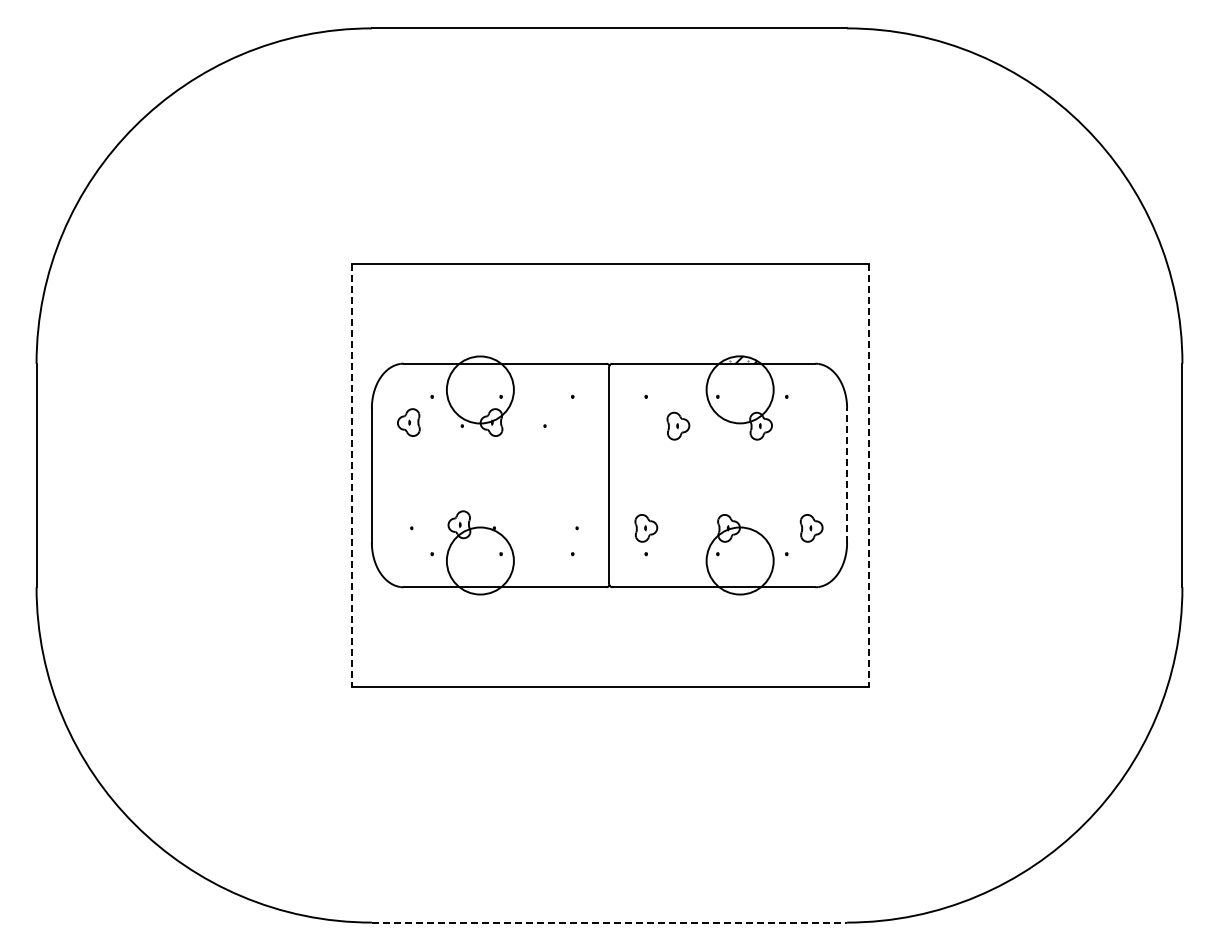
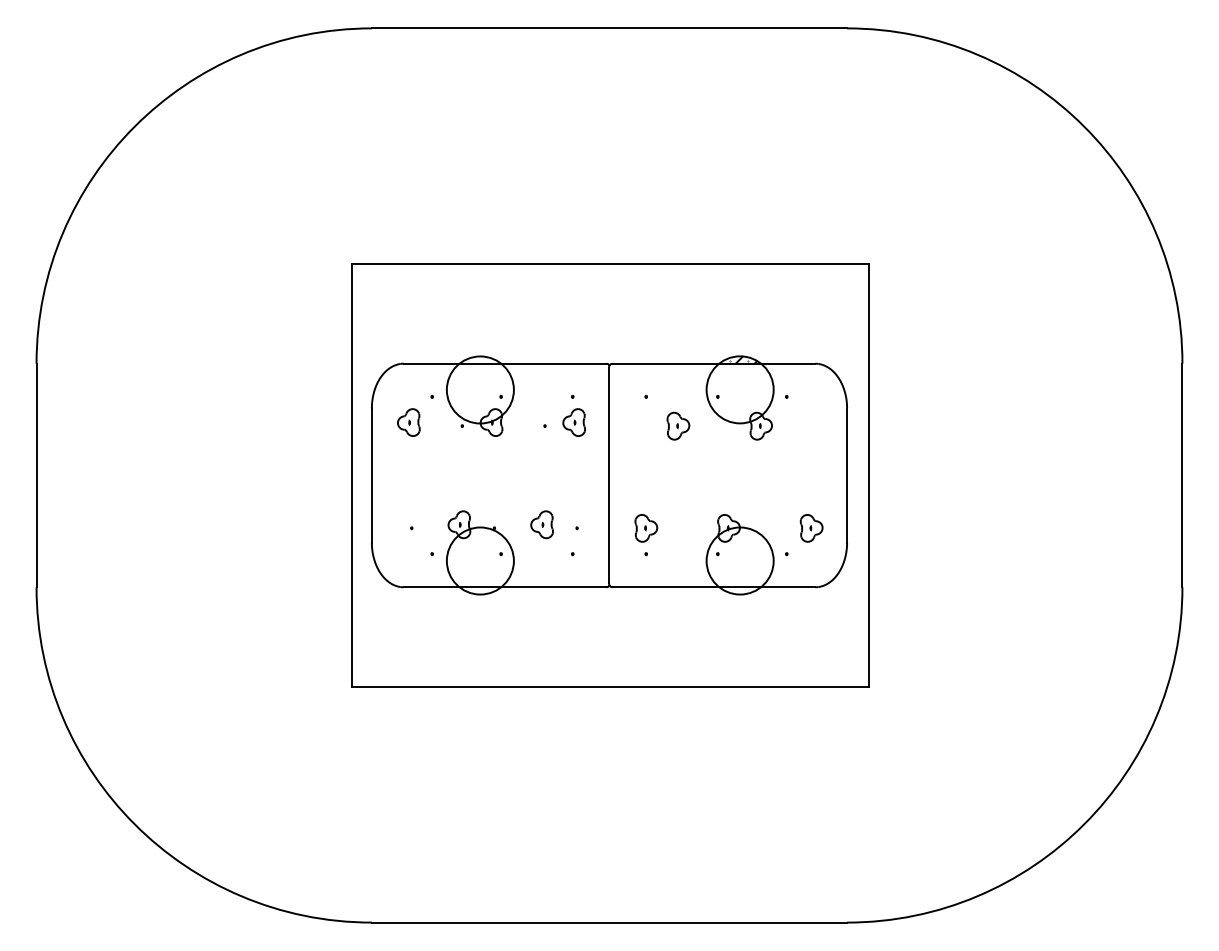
part at (573, 422): none -> present
line at (352, 475): dashed -> solid
line at (847, 475): dashed -> solid
line at (868, 475): dashed -> solid
part at (541, 524): none -> present
line at (609, 922): dashed -> solid
